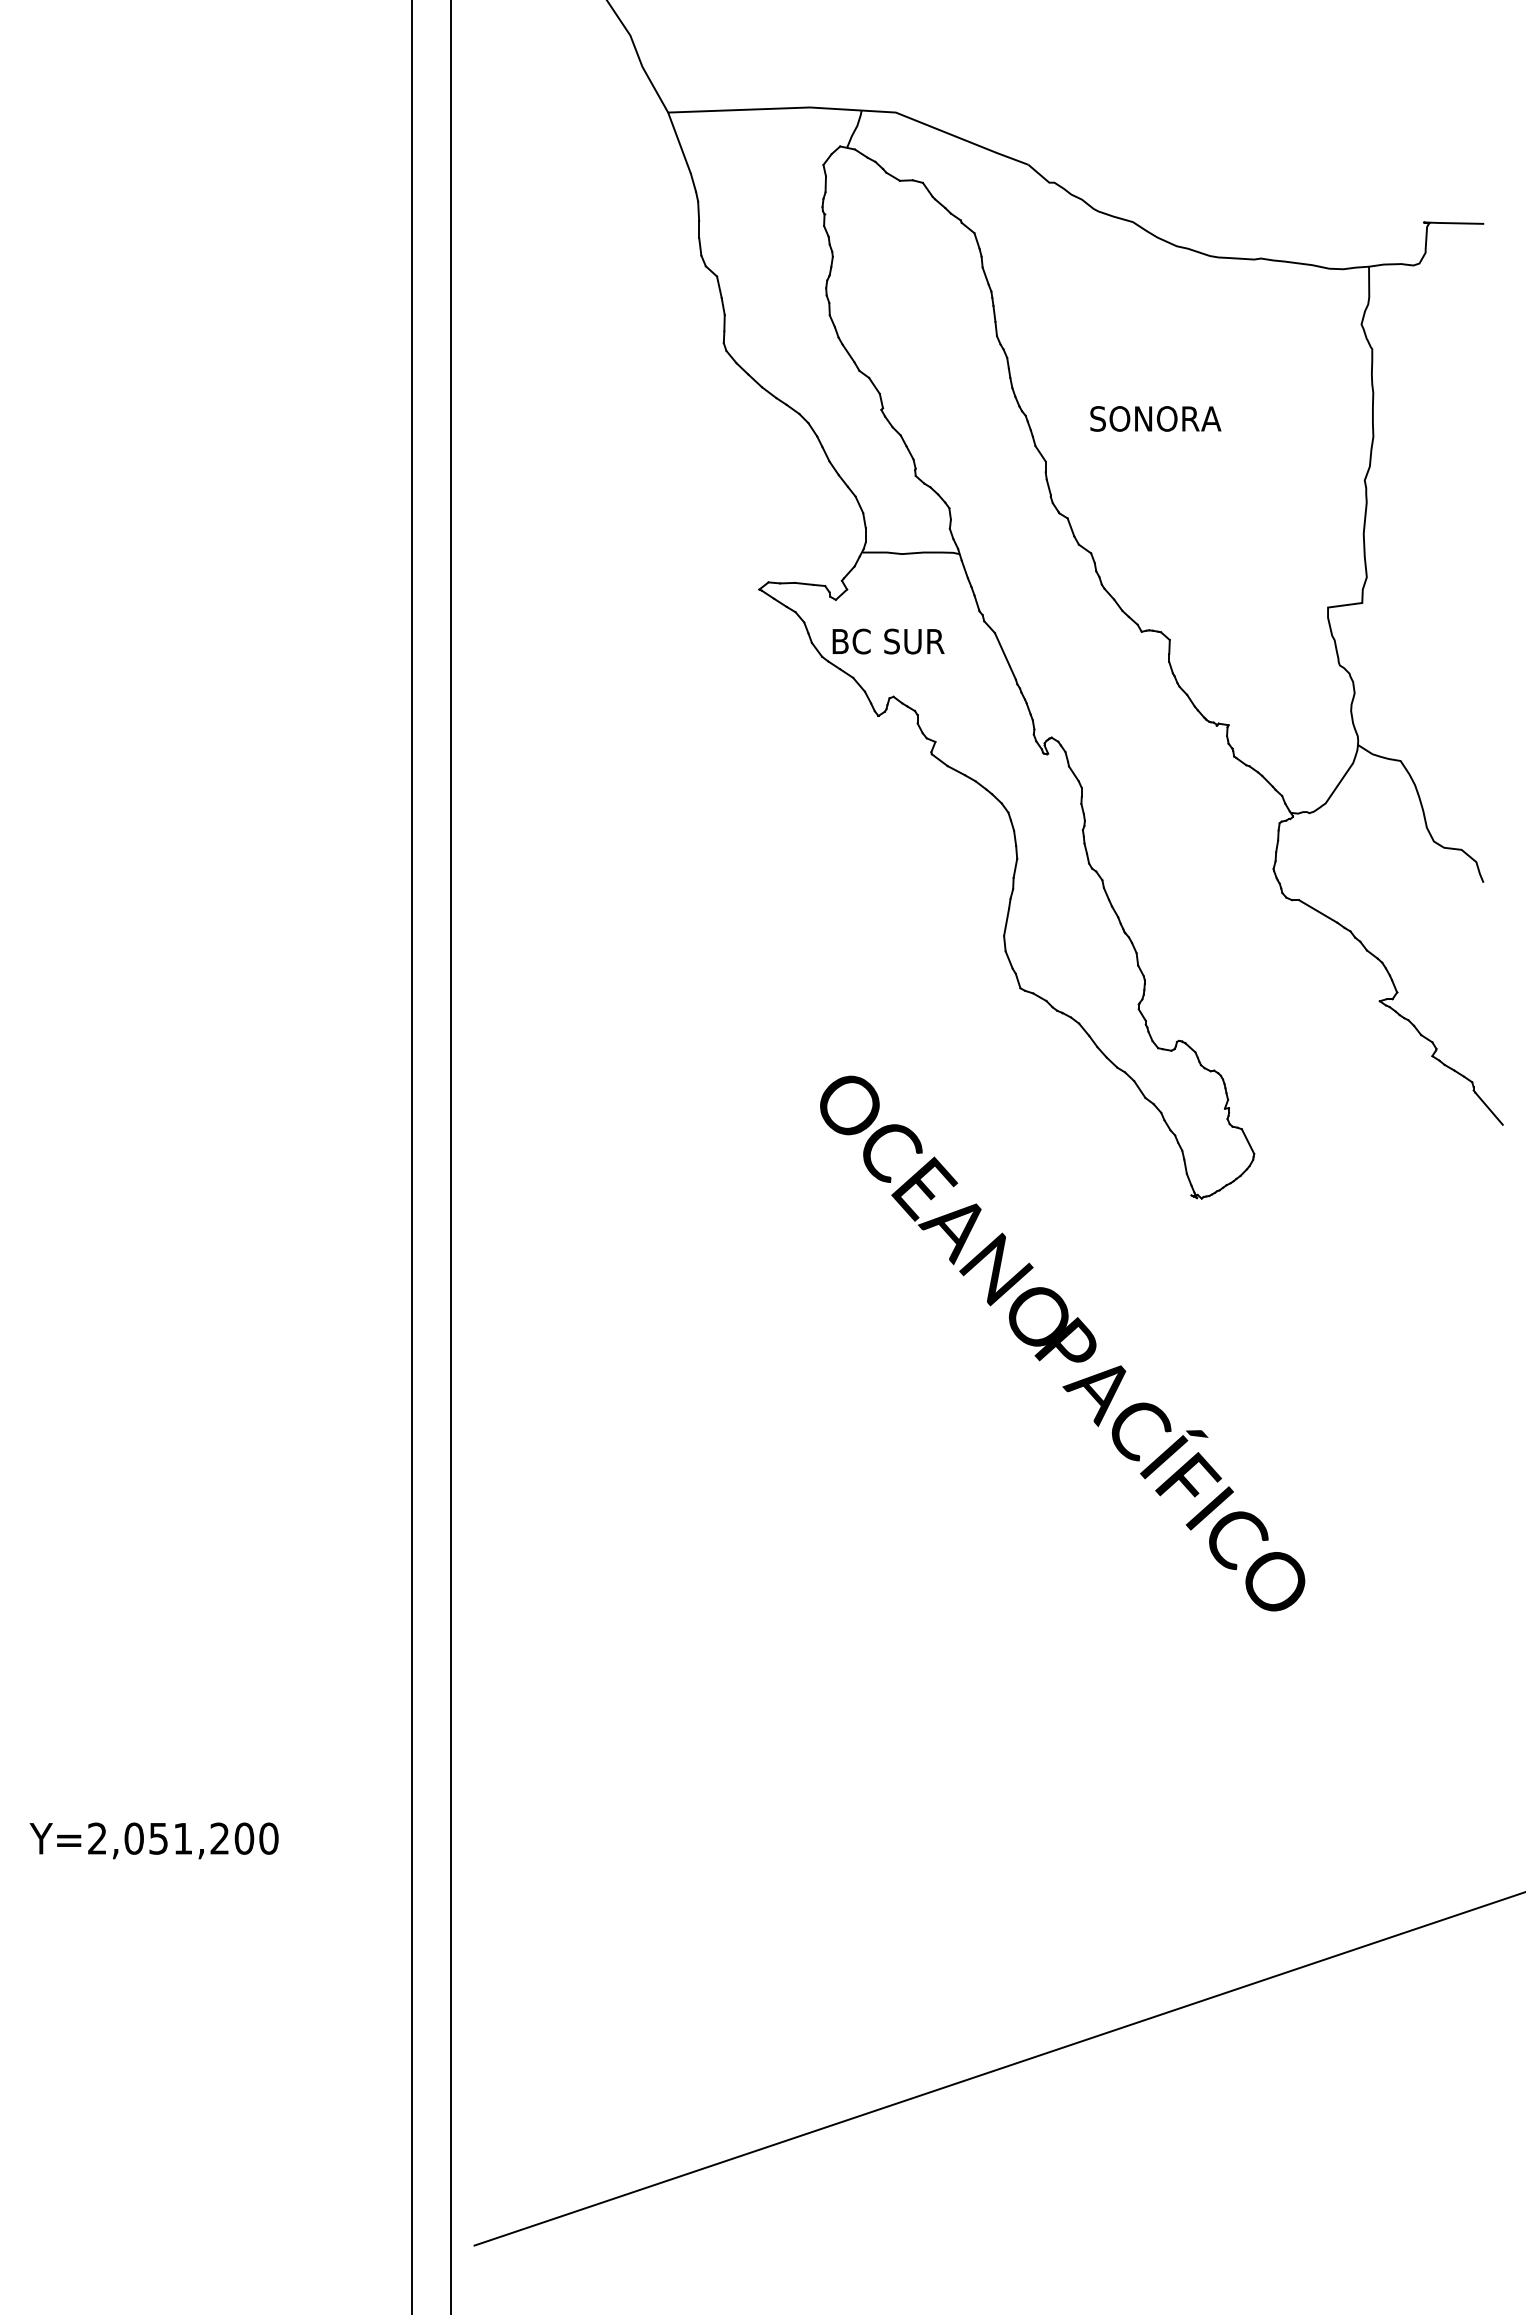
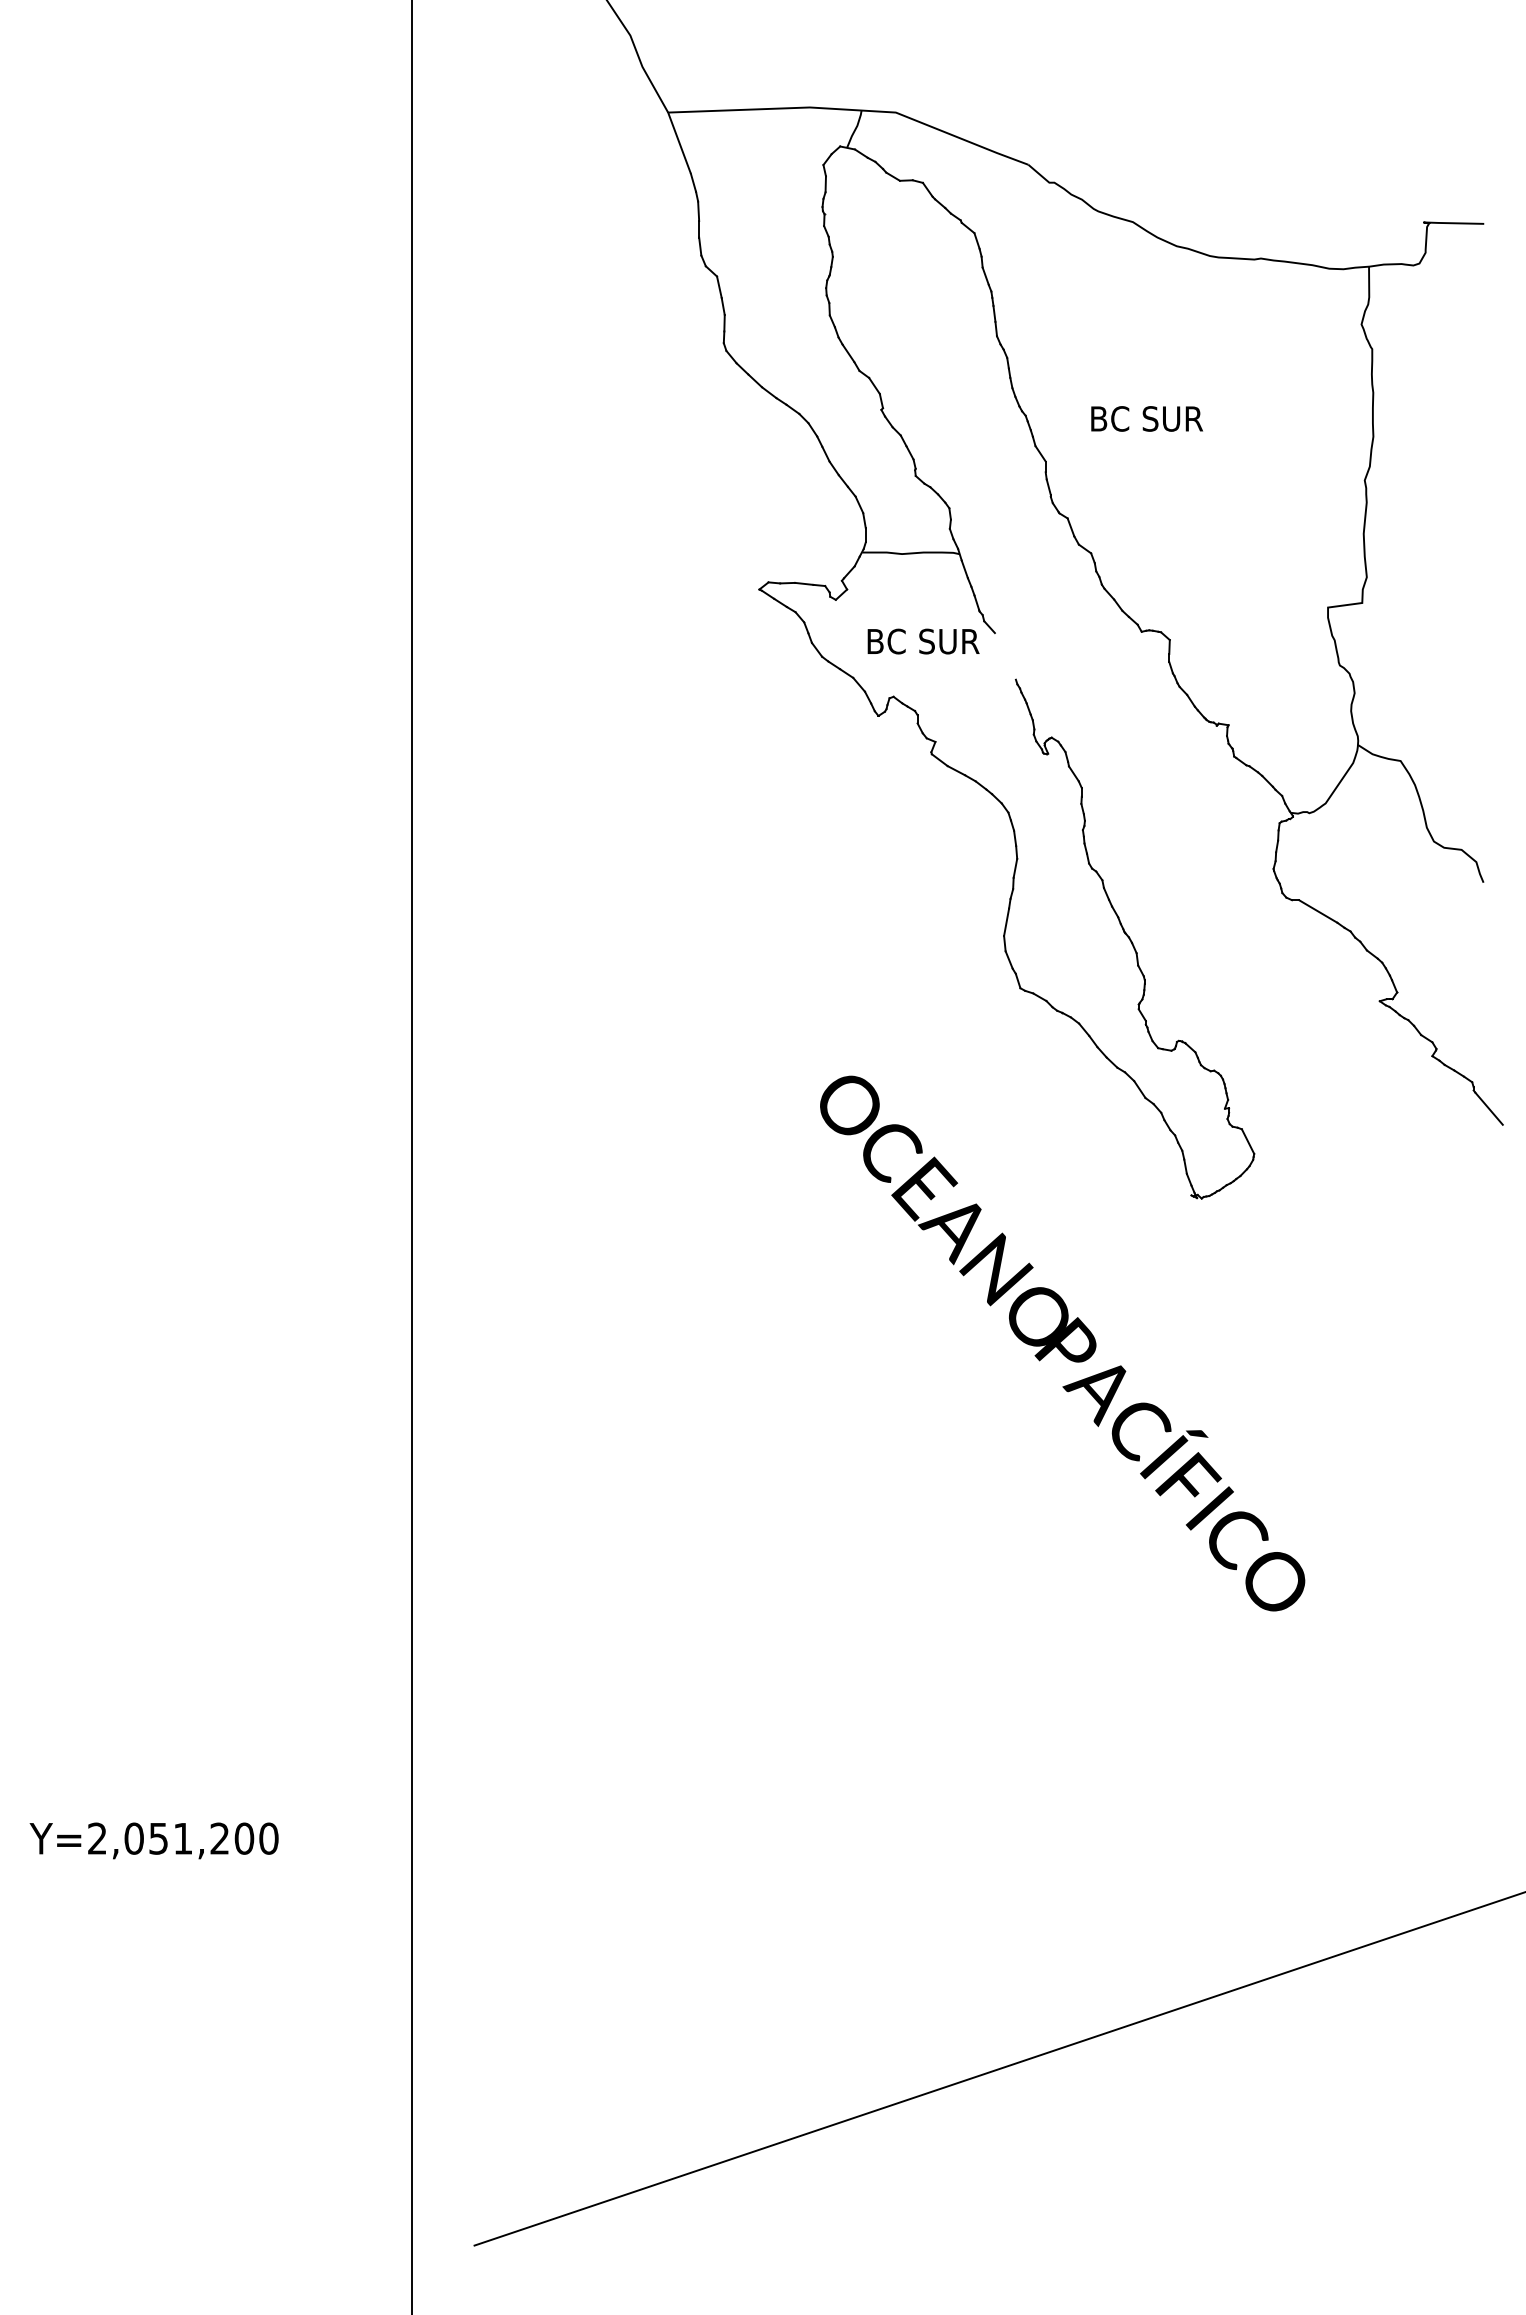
text at (1155, 418): SONORA -> BC SUR
text at (888, 641) position: (888, 641) -> (923, 641)
line at (1004, 656): present -> none
line at (451, 1156): present -> none
